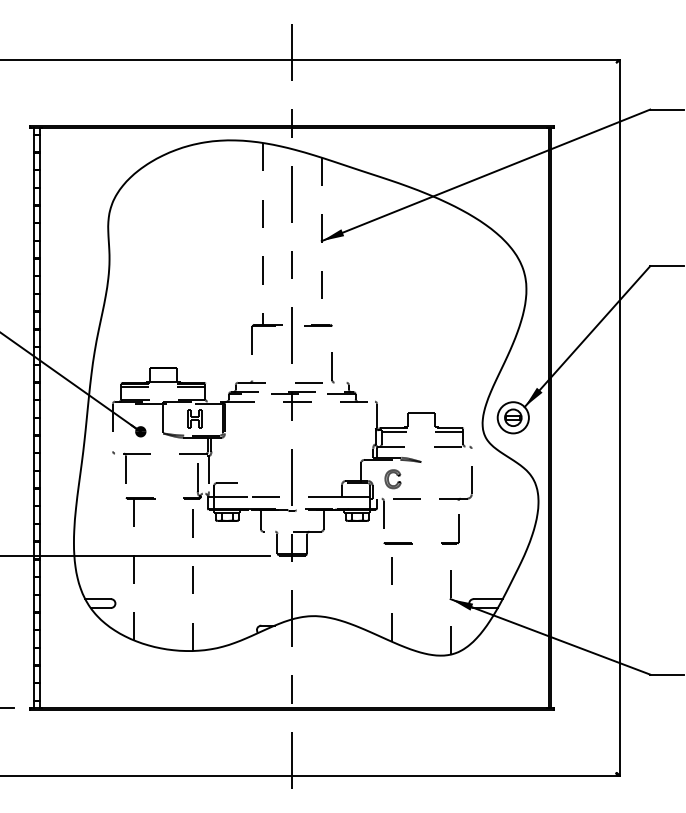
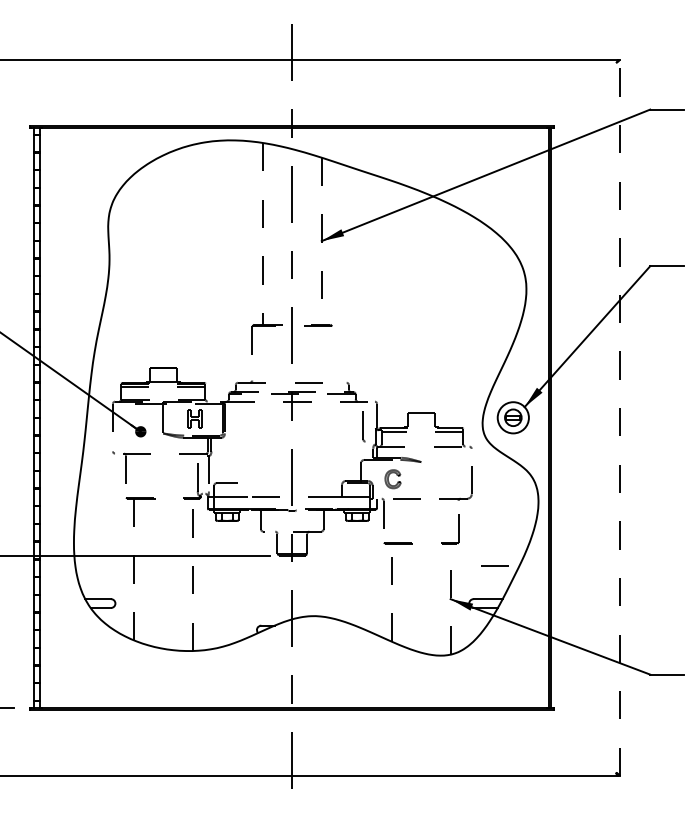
part at (332, 367) position: (332, 367) -> (363, 426)
line at (619, 417): solid -> dashed
line at (494, 565): none -> present
